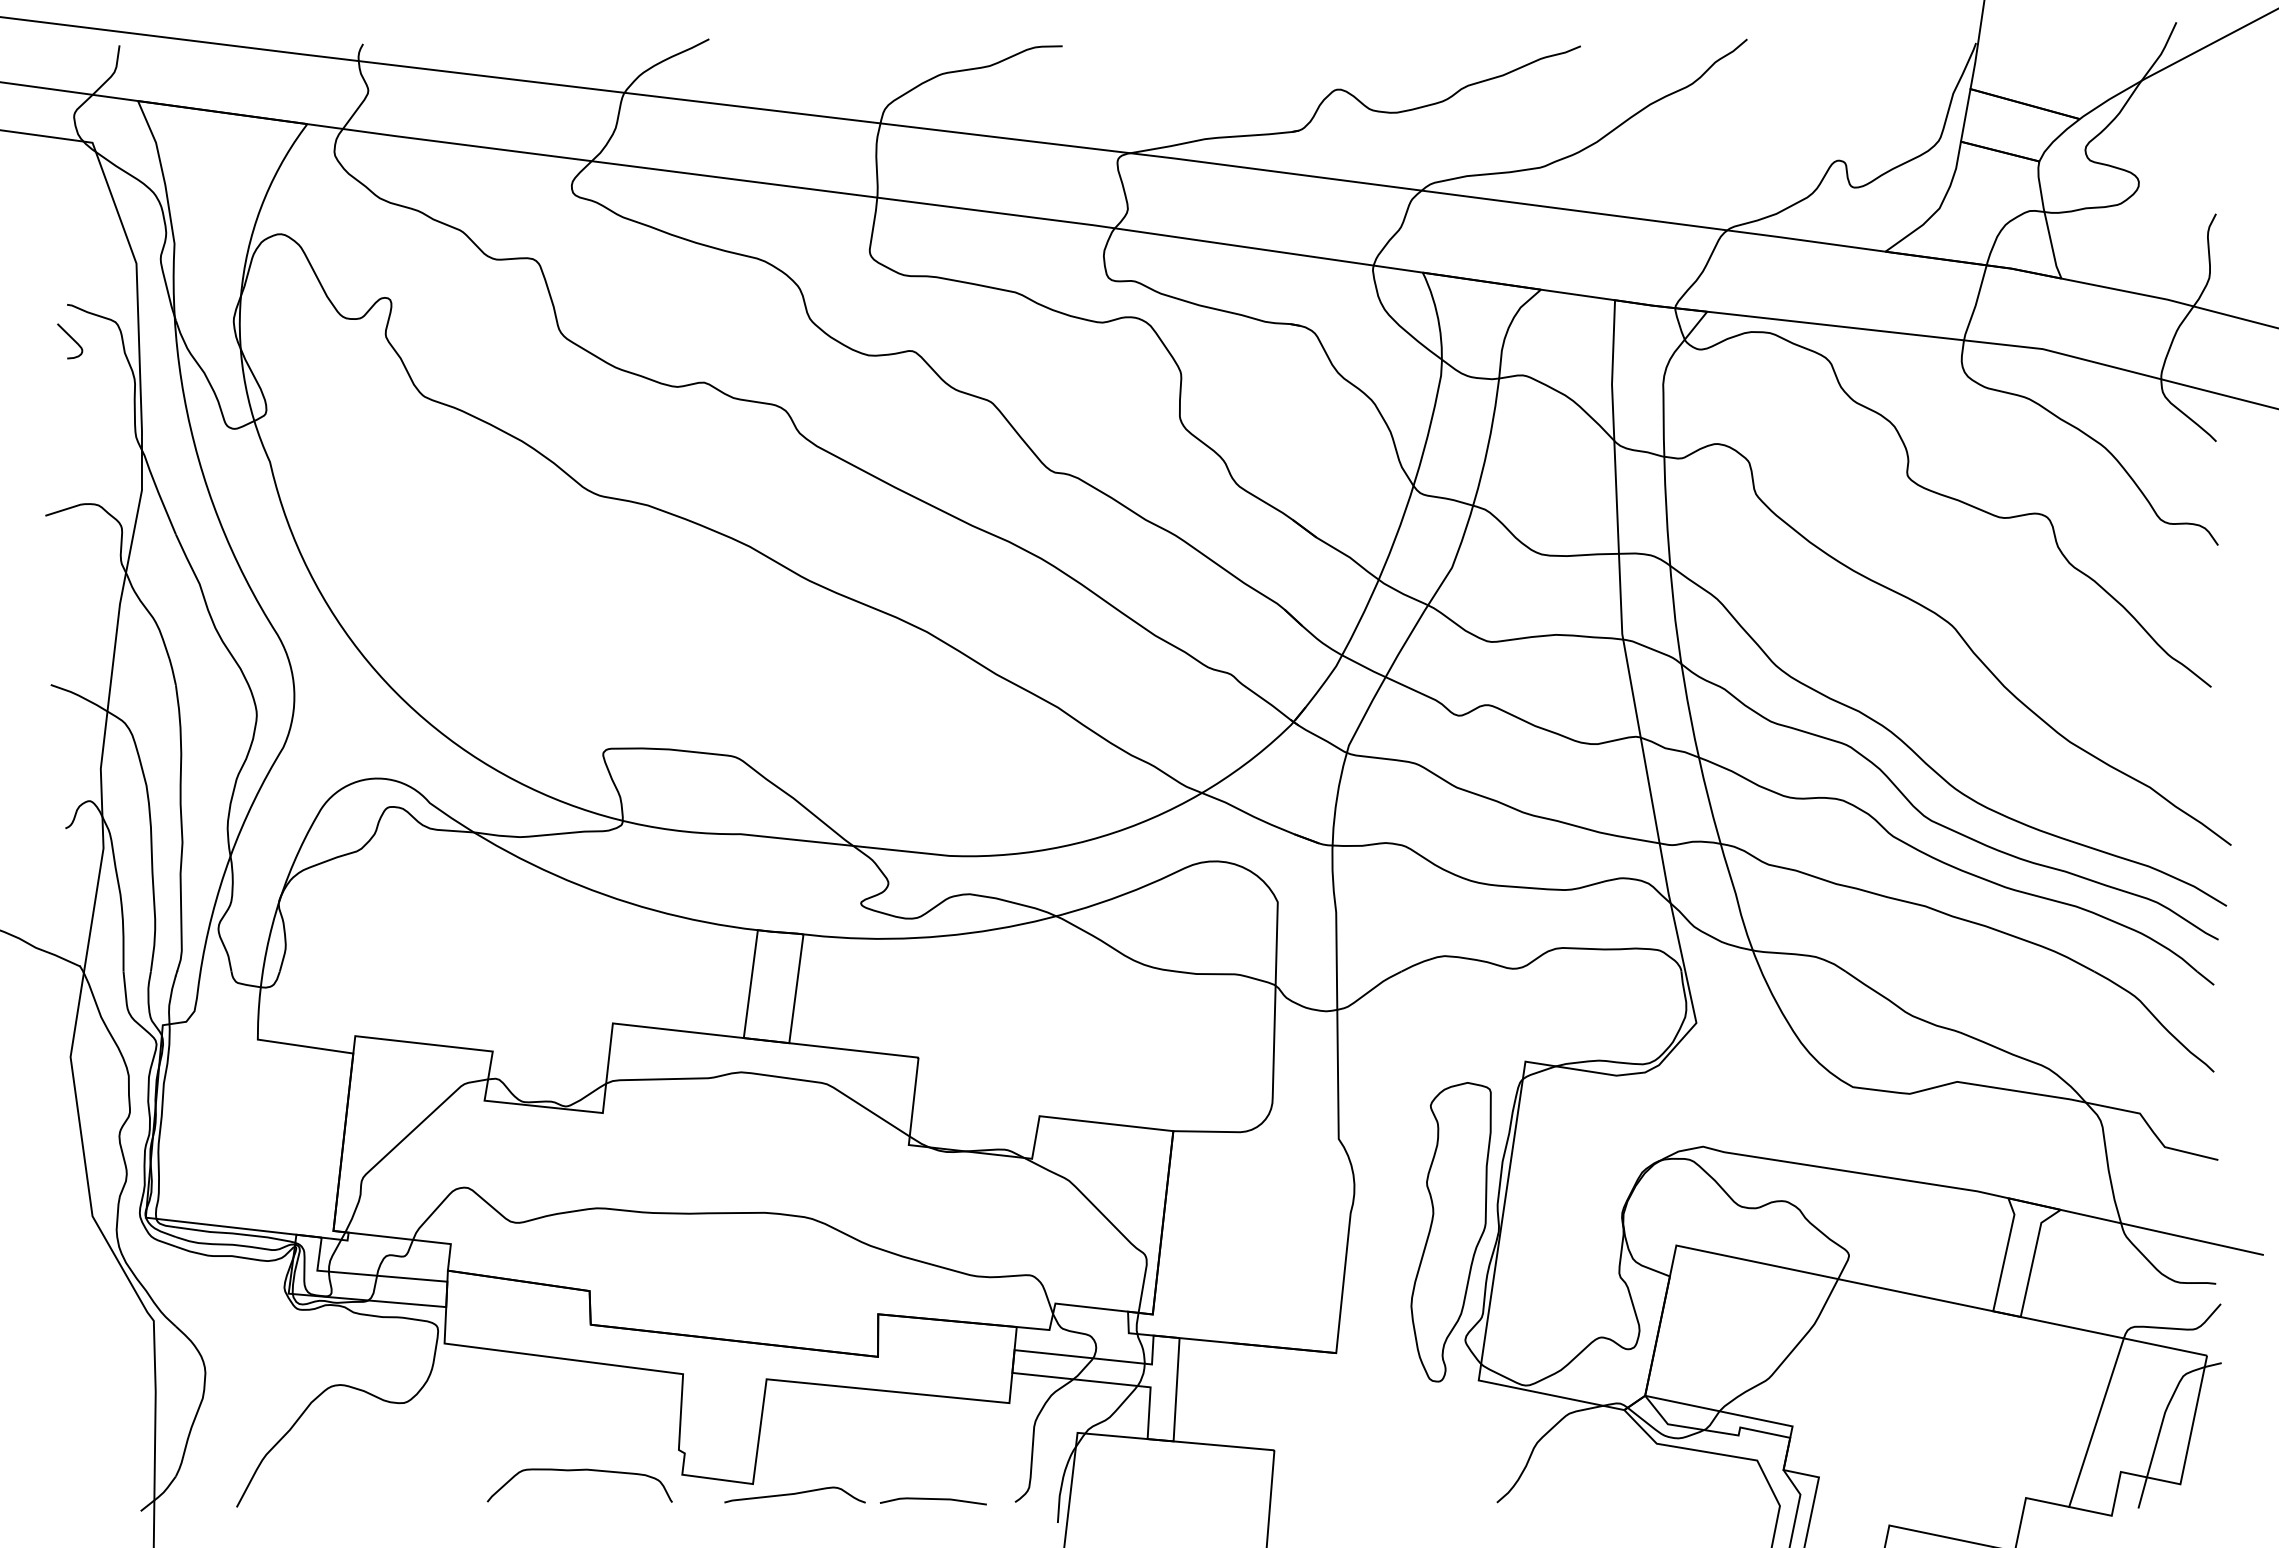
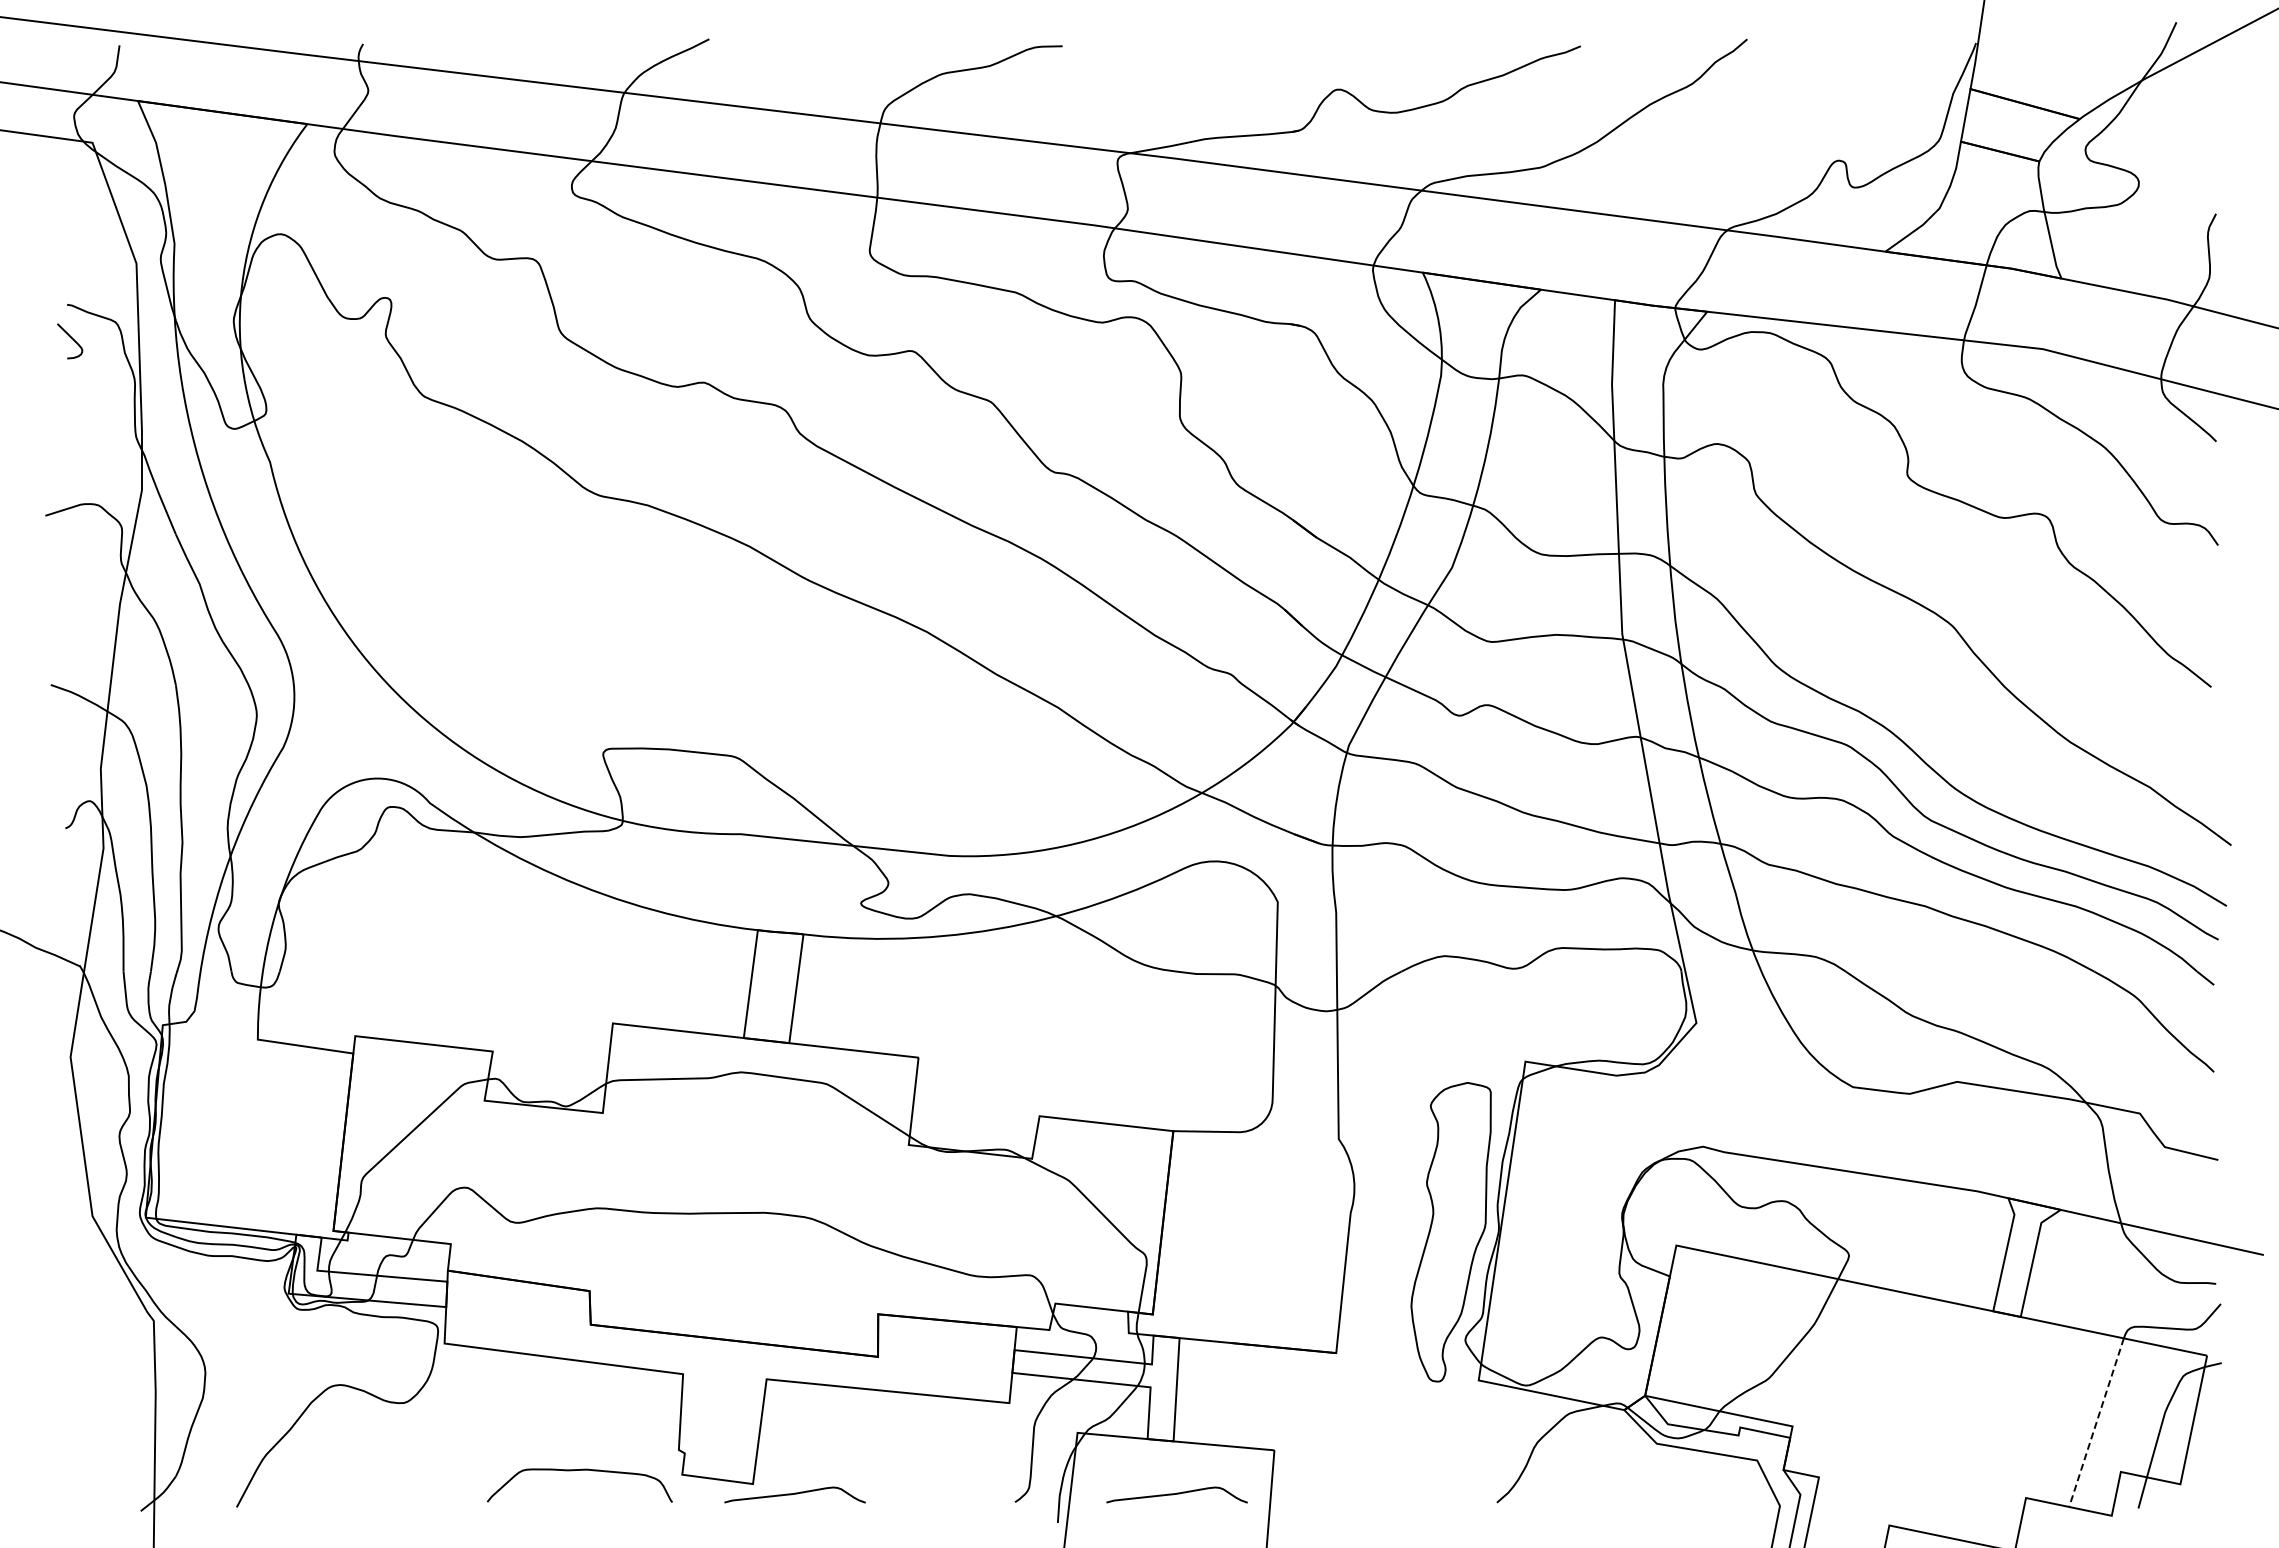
line at (2096, 1422): solid -> dashed
curve at (1176, 1494): none -> present
line at (932, 1499): present -> none
